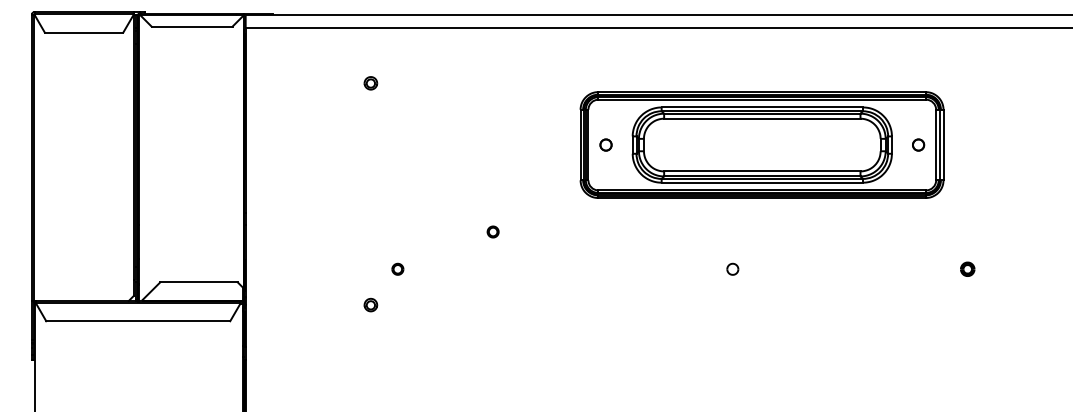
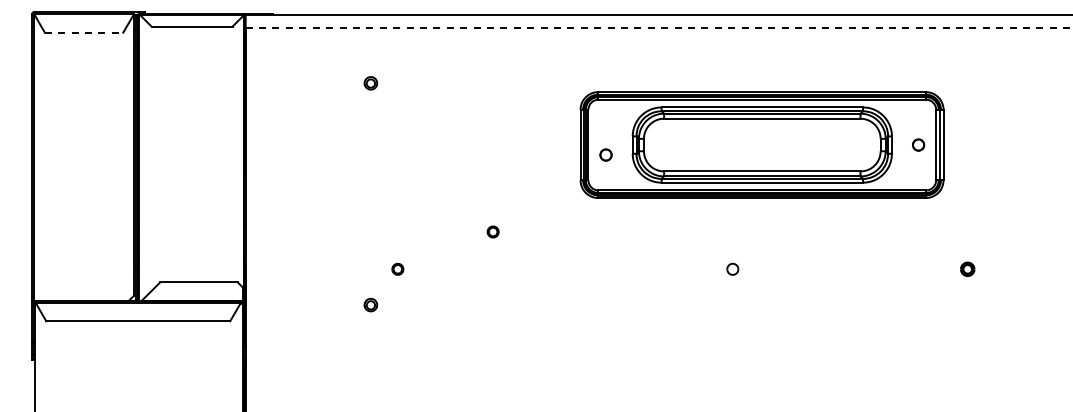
line at (659, 28): solid -> dashed
line at (84, 32): solid -> dashed
circle at (605, 144) position: (605, 144) -> (605, 154)
